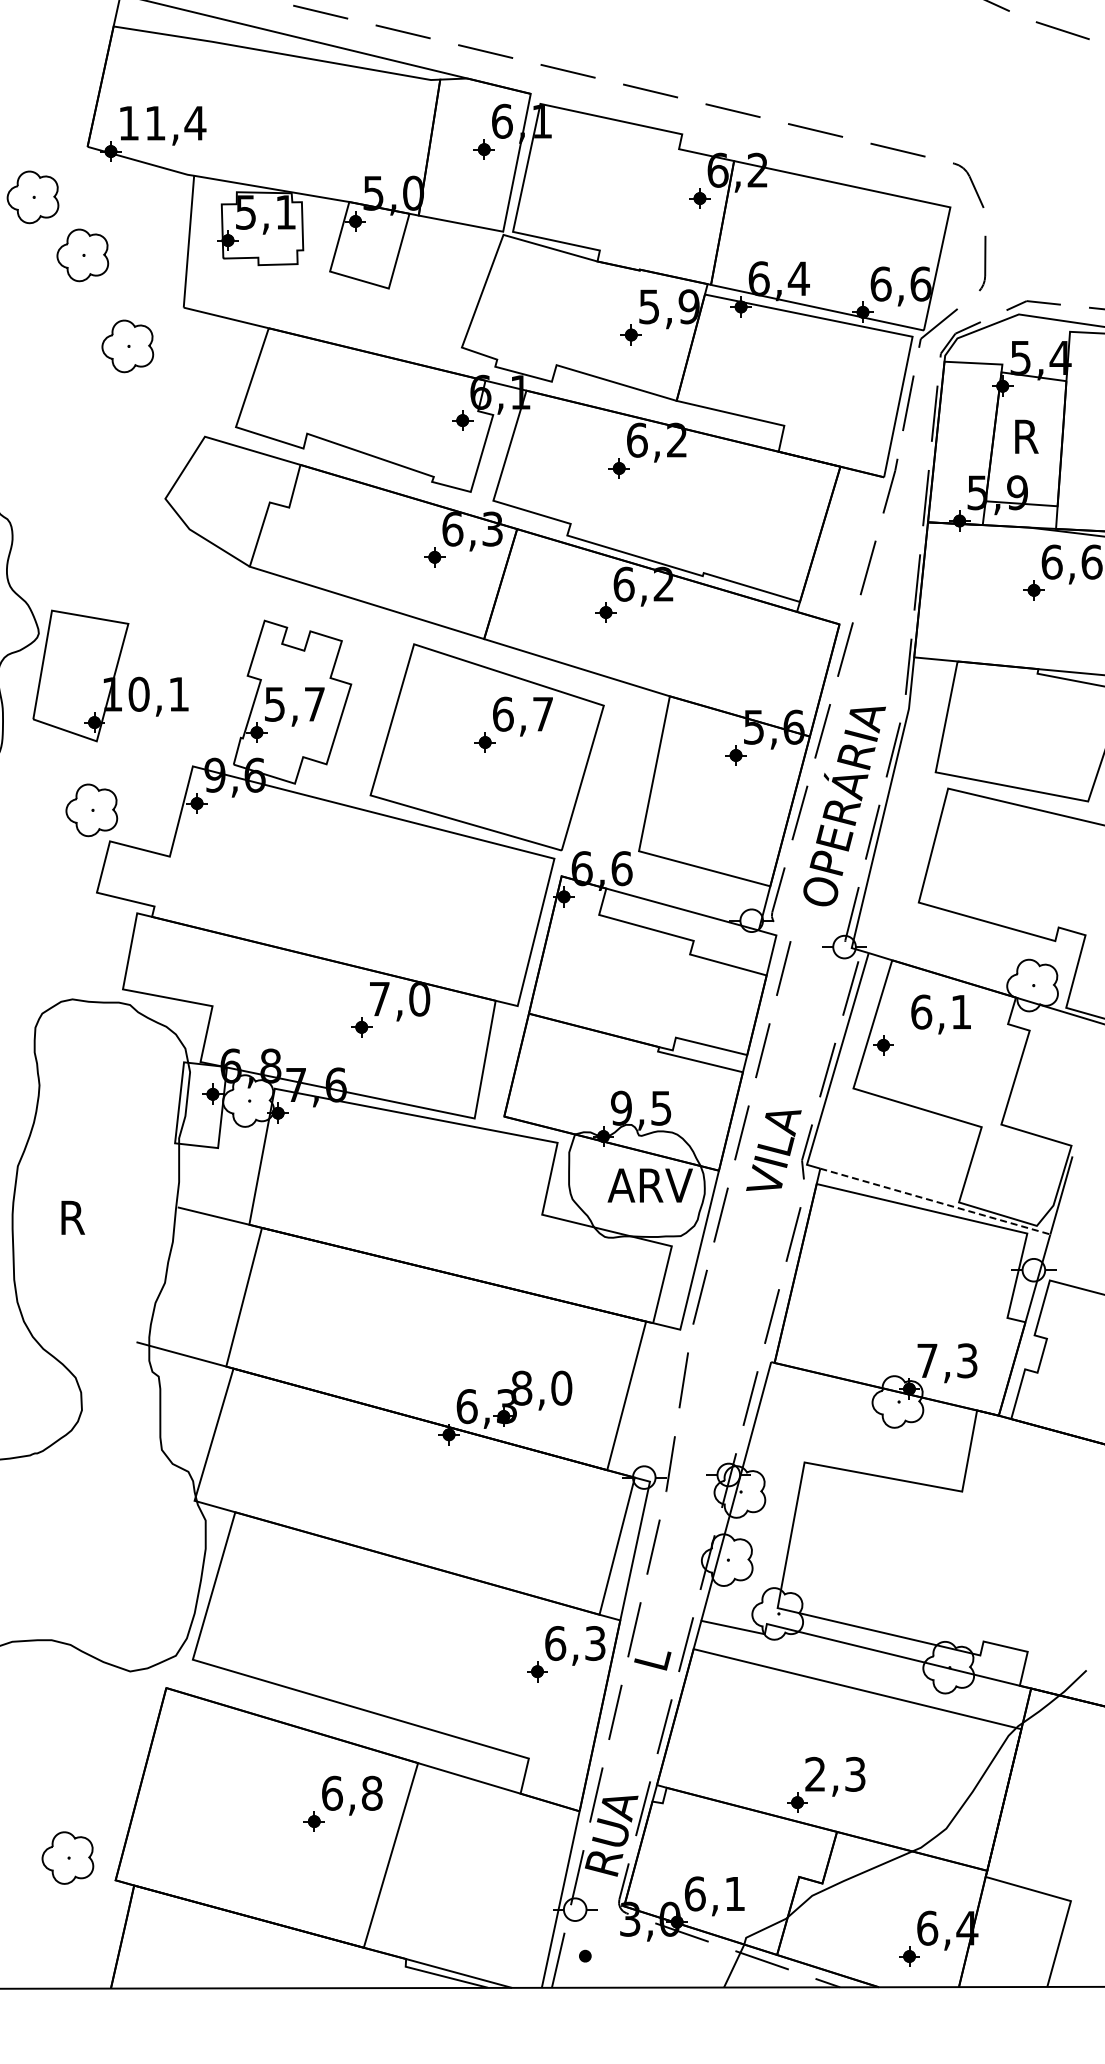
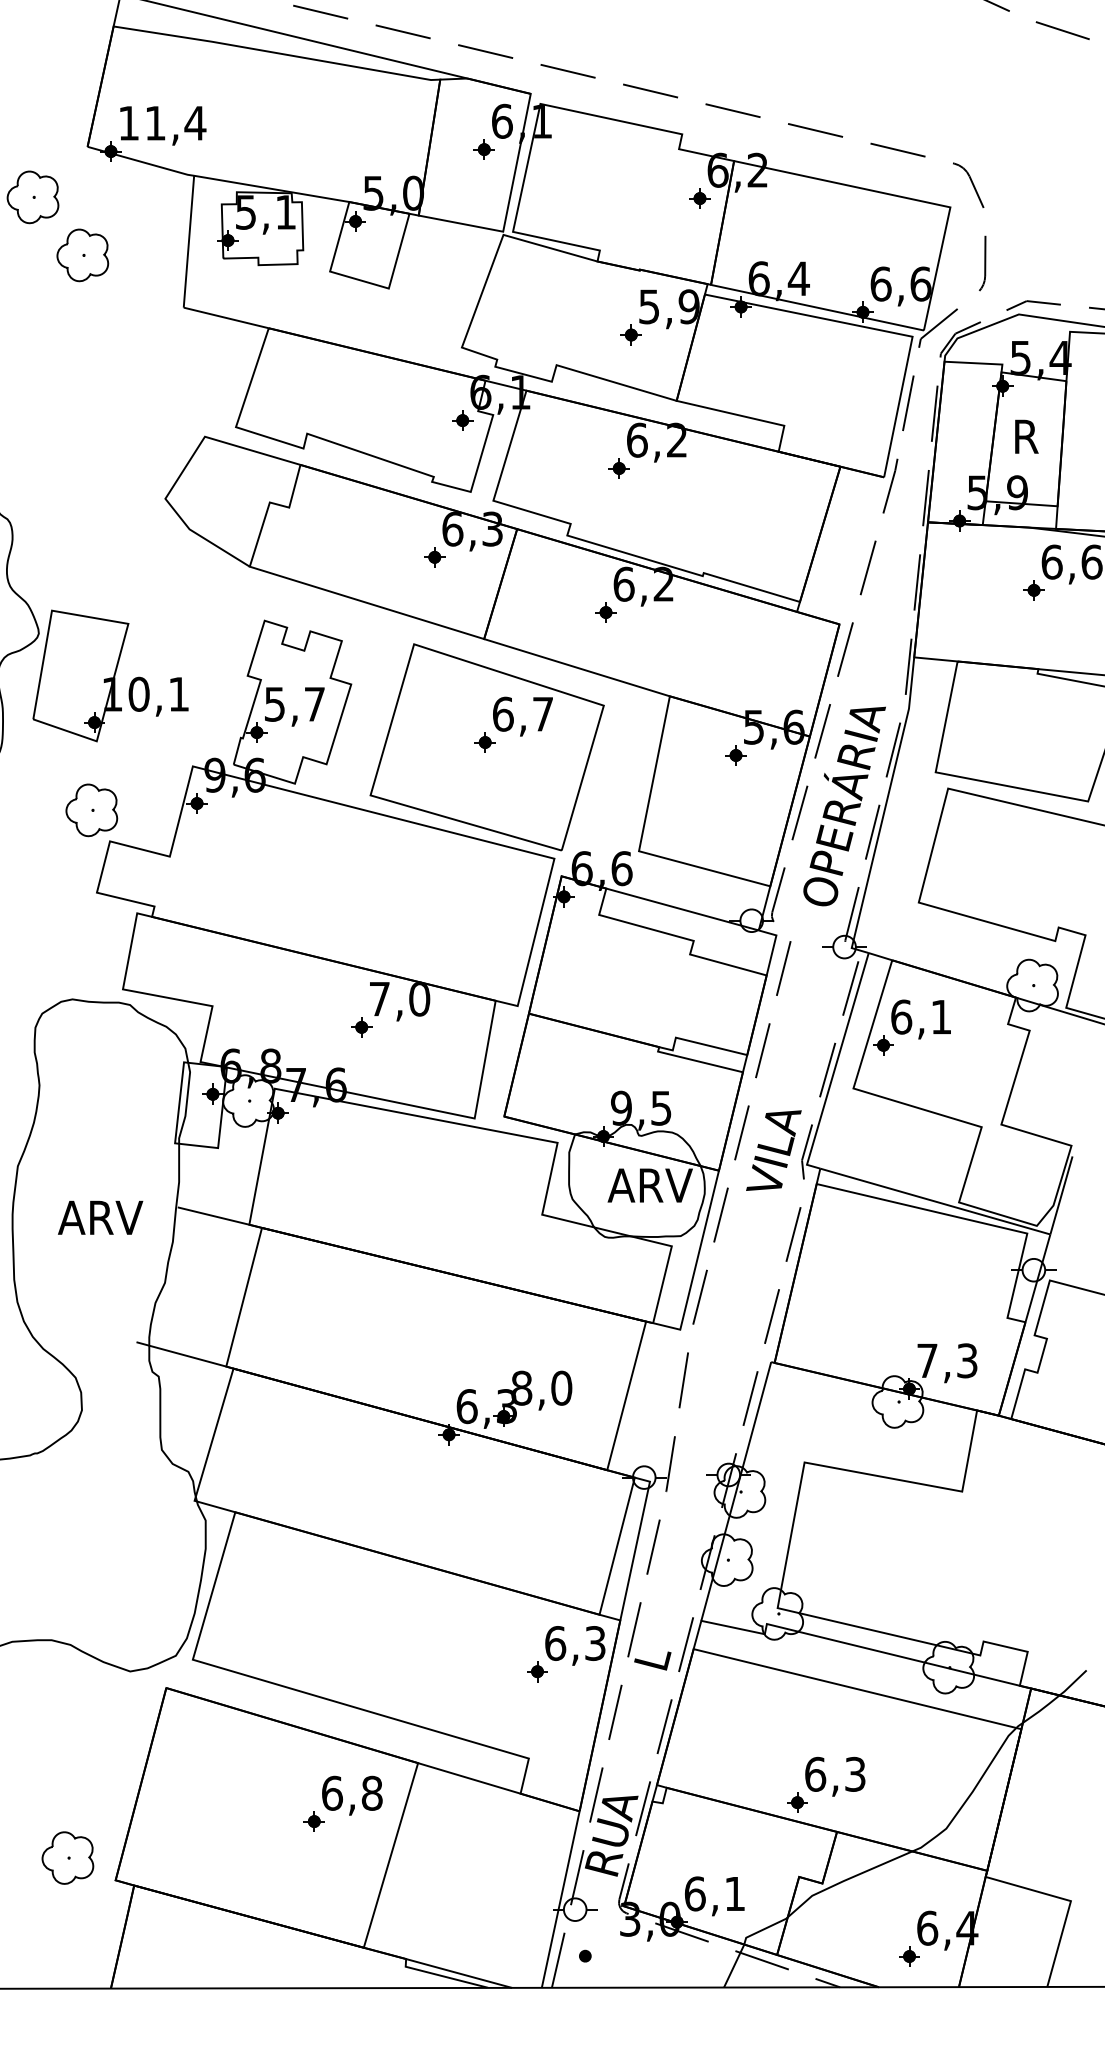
part at (127, 346): present -> none
text at (940, 1014) position: (940, 1014) -> (920, 1019)
line at (935, 1201): dashed -> solid
text at (100, 1217): R -> ARV
text at (815, 1773): 2,3 -> 6,3
